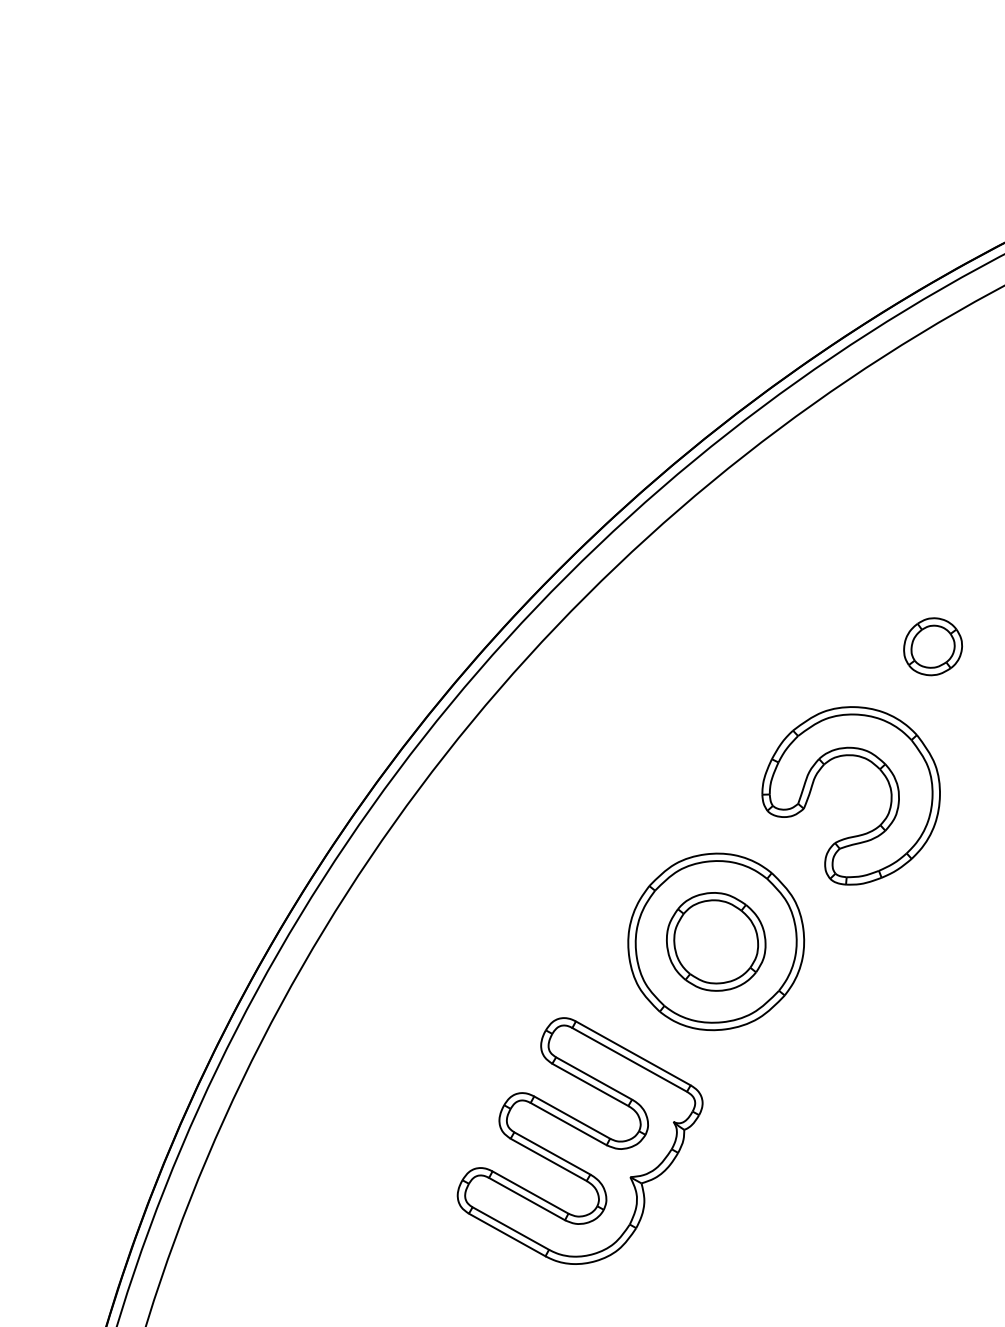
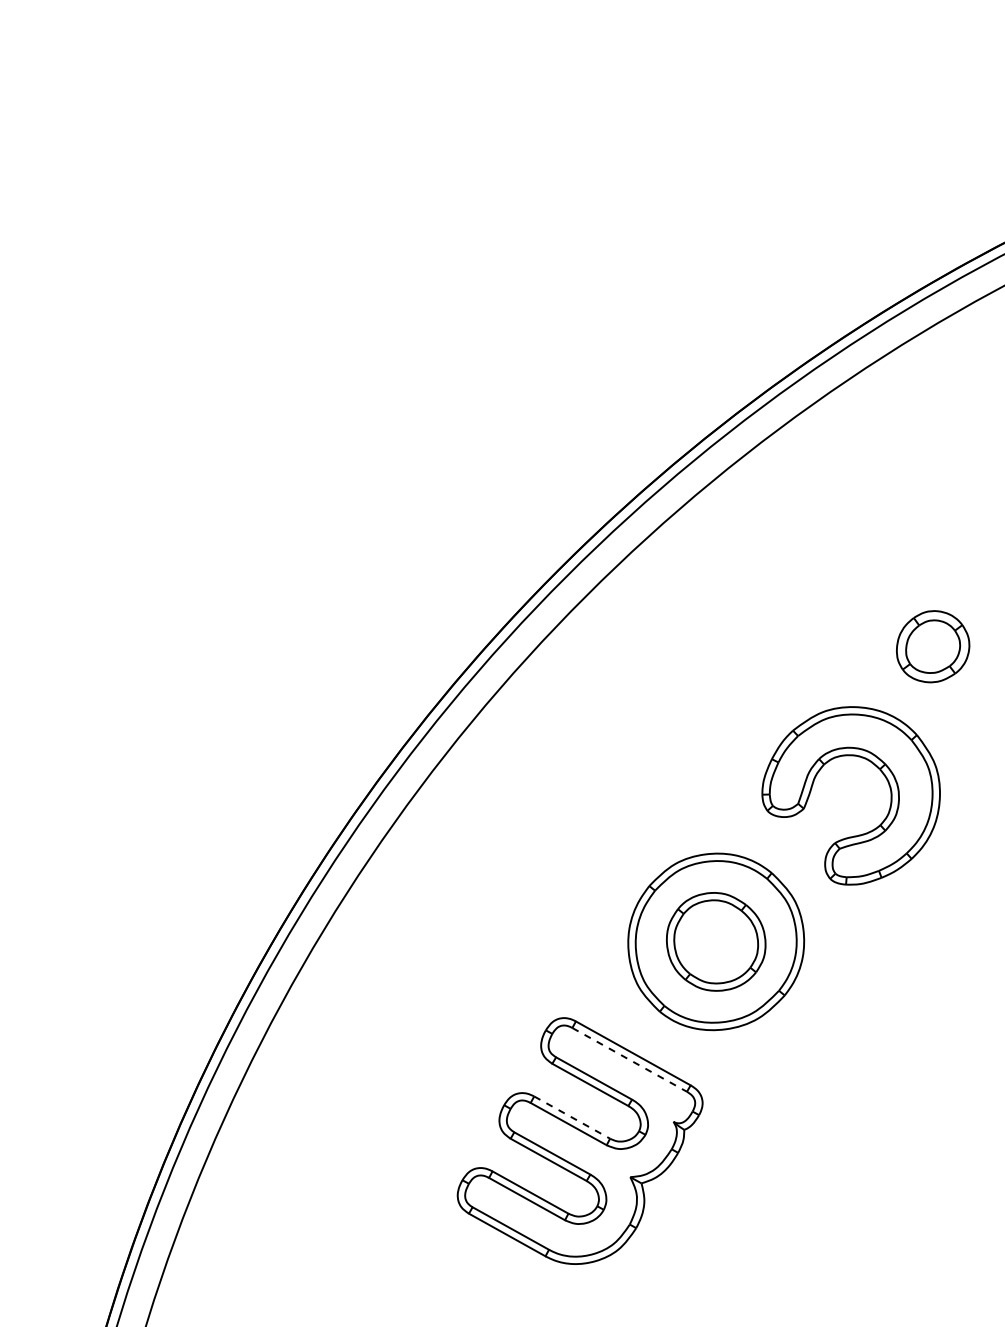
part at (932, 646) size: 60x60 px -> 75x74 px
line at (629, 1059): solid -> dashed
line at (572, 1117): solid -> dashed
